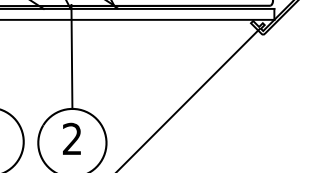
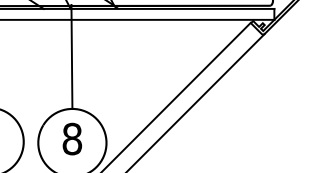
line at (177, 95): none -> present
line at (188, 99) position: (188, 99) -> (196, 101)
text at (72, 138): 2 -> 8
